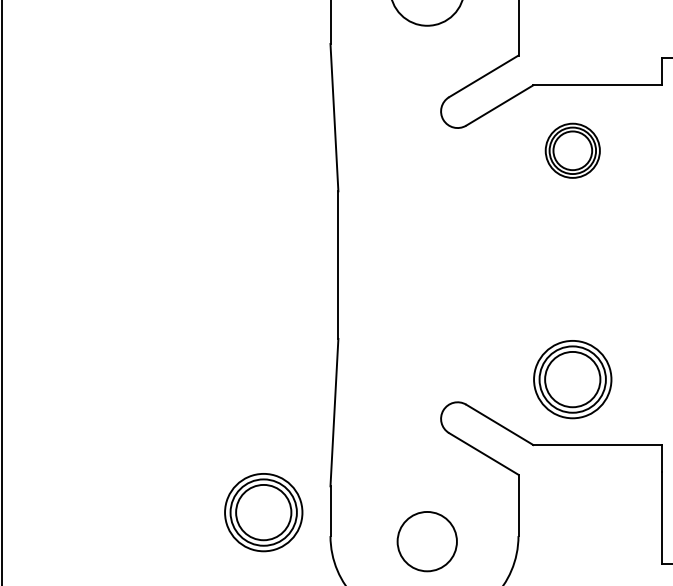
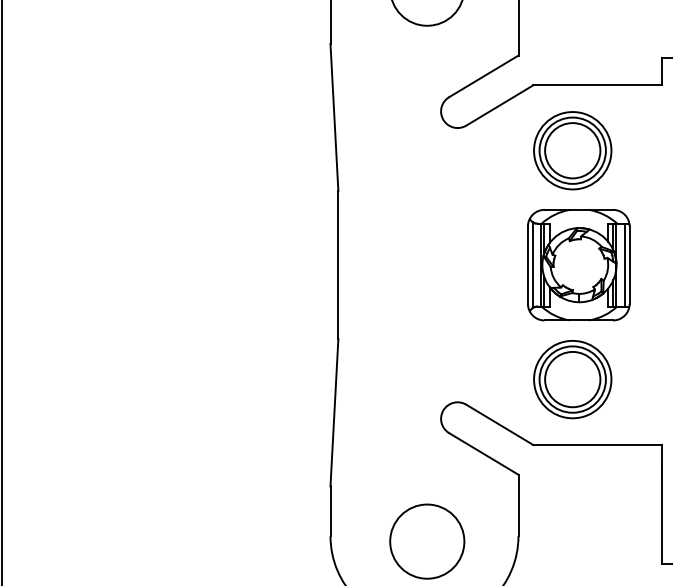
part at (572, 150) size: 57x57 px -> 80x80 px
part at (578, 265): none -> present
part at (263, 512): present -> none
circle at (426, 541) diameter: 59 px -> 74 px
